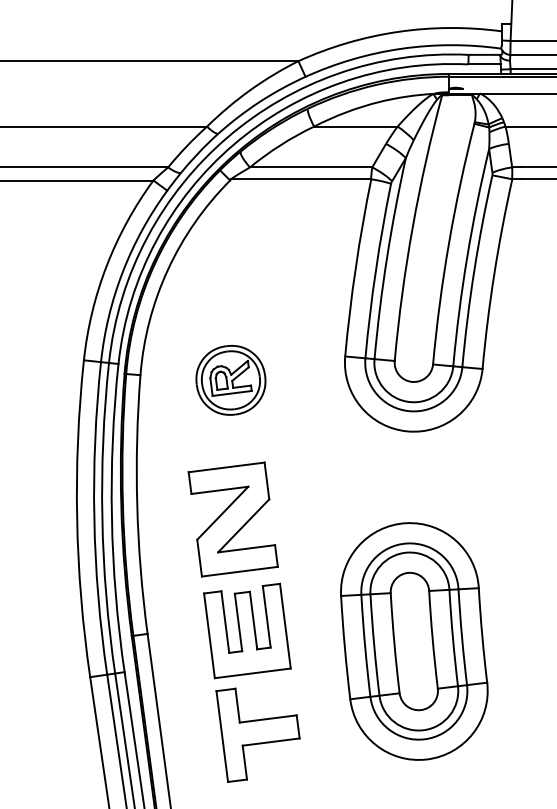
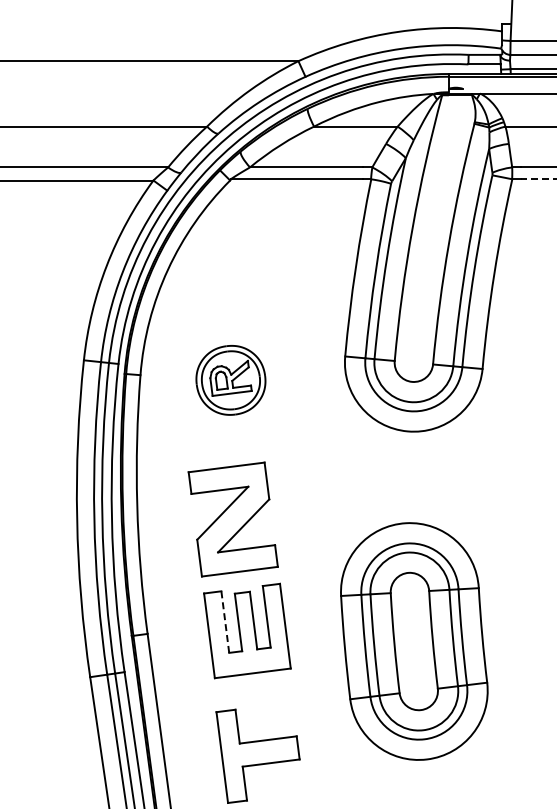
line at (538, 179): solid -> dashed
line at (225, 621): solid -> dashed
part at (257, 734) position: (257, 734) -> (257, 755)
